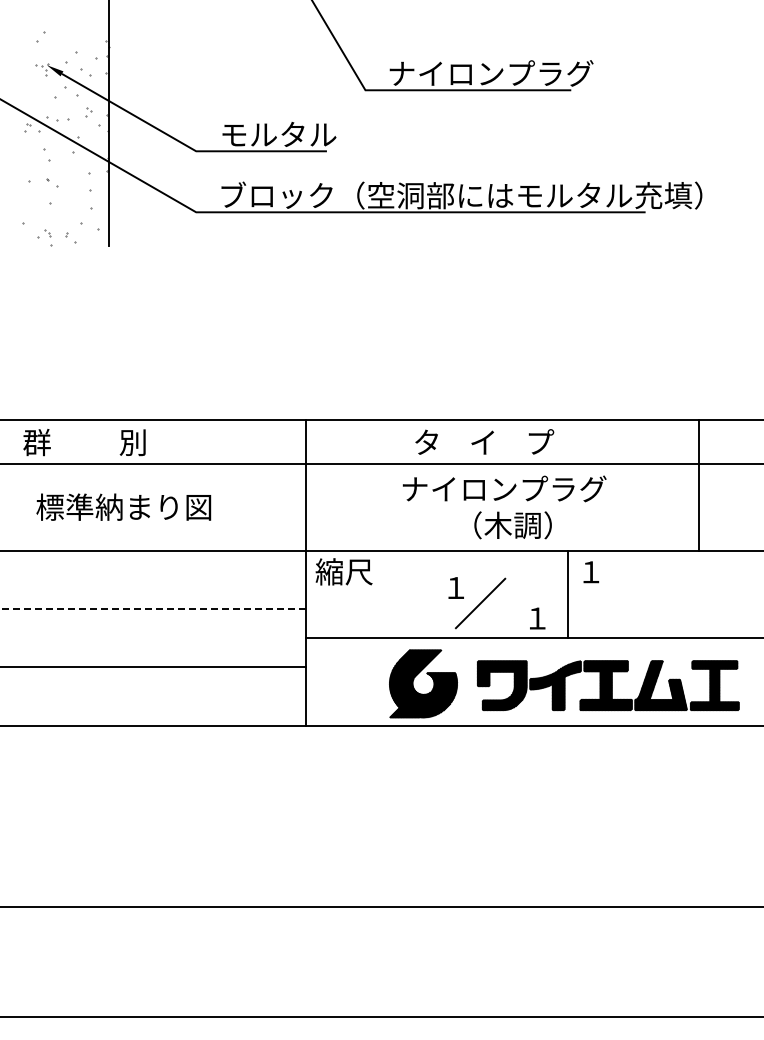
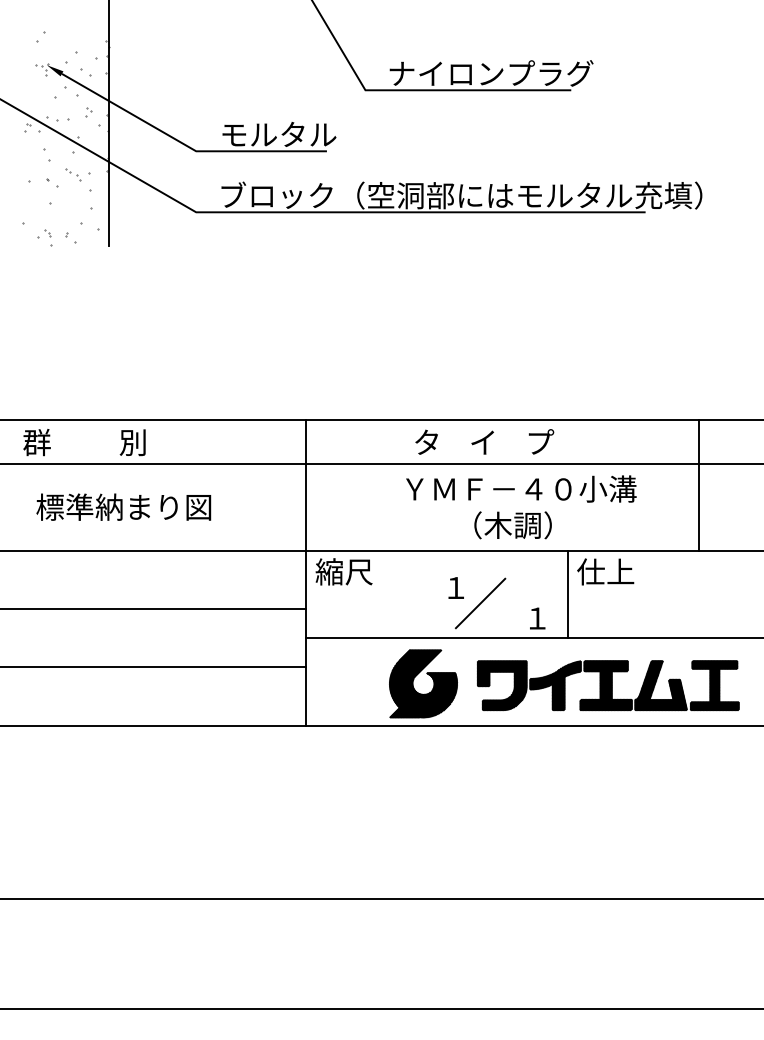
part at (73, 174): none -> present
text at (519, 488): ナイロンプラグ -> ＹＭＦ－４０小溝
text at (605, 571): １ -> 仕上
line at (153, 609): dashed -> solid
line at (381, 906) position: (381, 906) -> (381, 898)
line at (381, 1016) position: (381, 1016) -> (381, 1008)
